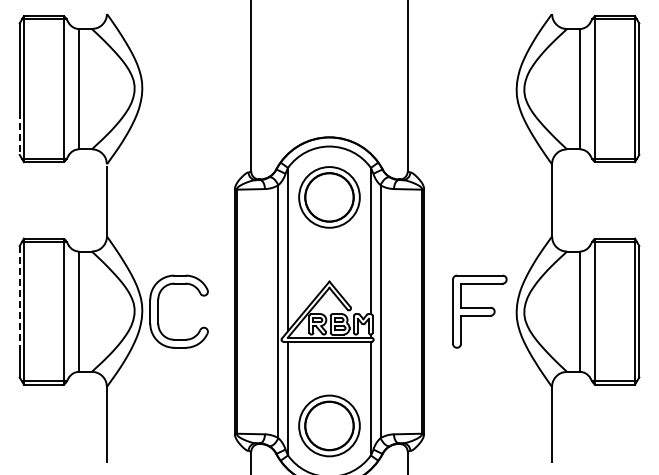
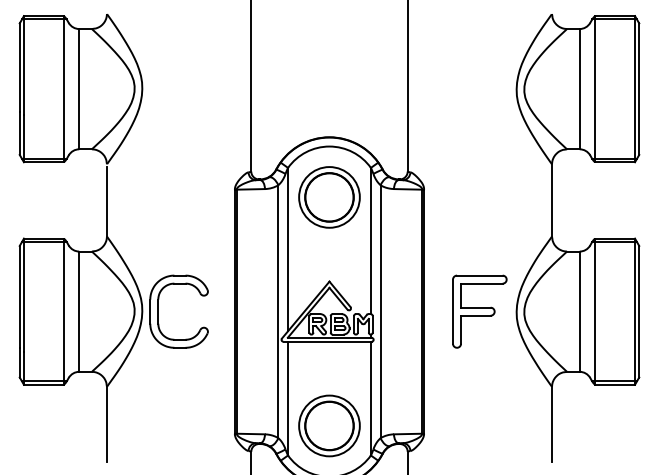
line at (19, 134): dashed -> solid
line at (19, 296): dashed -> solid
